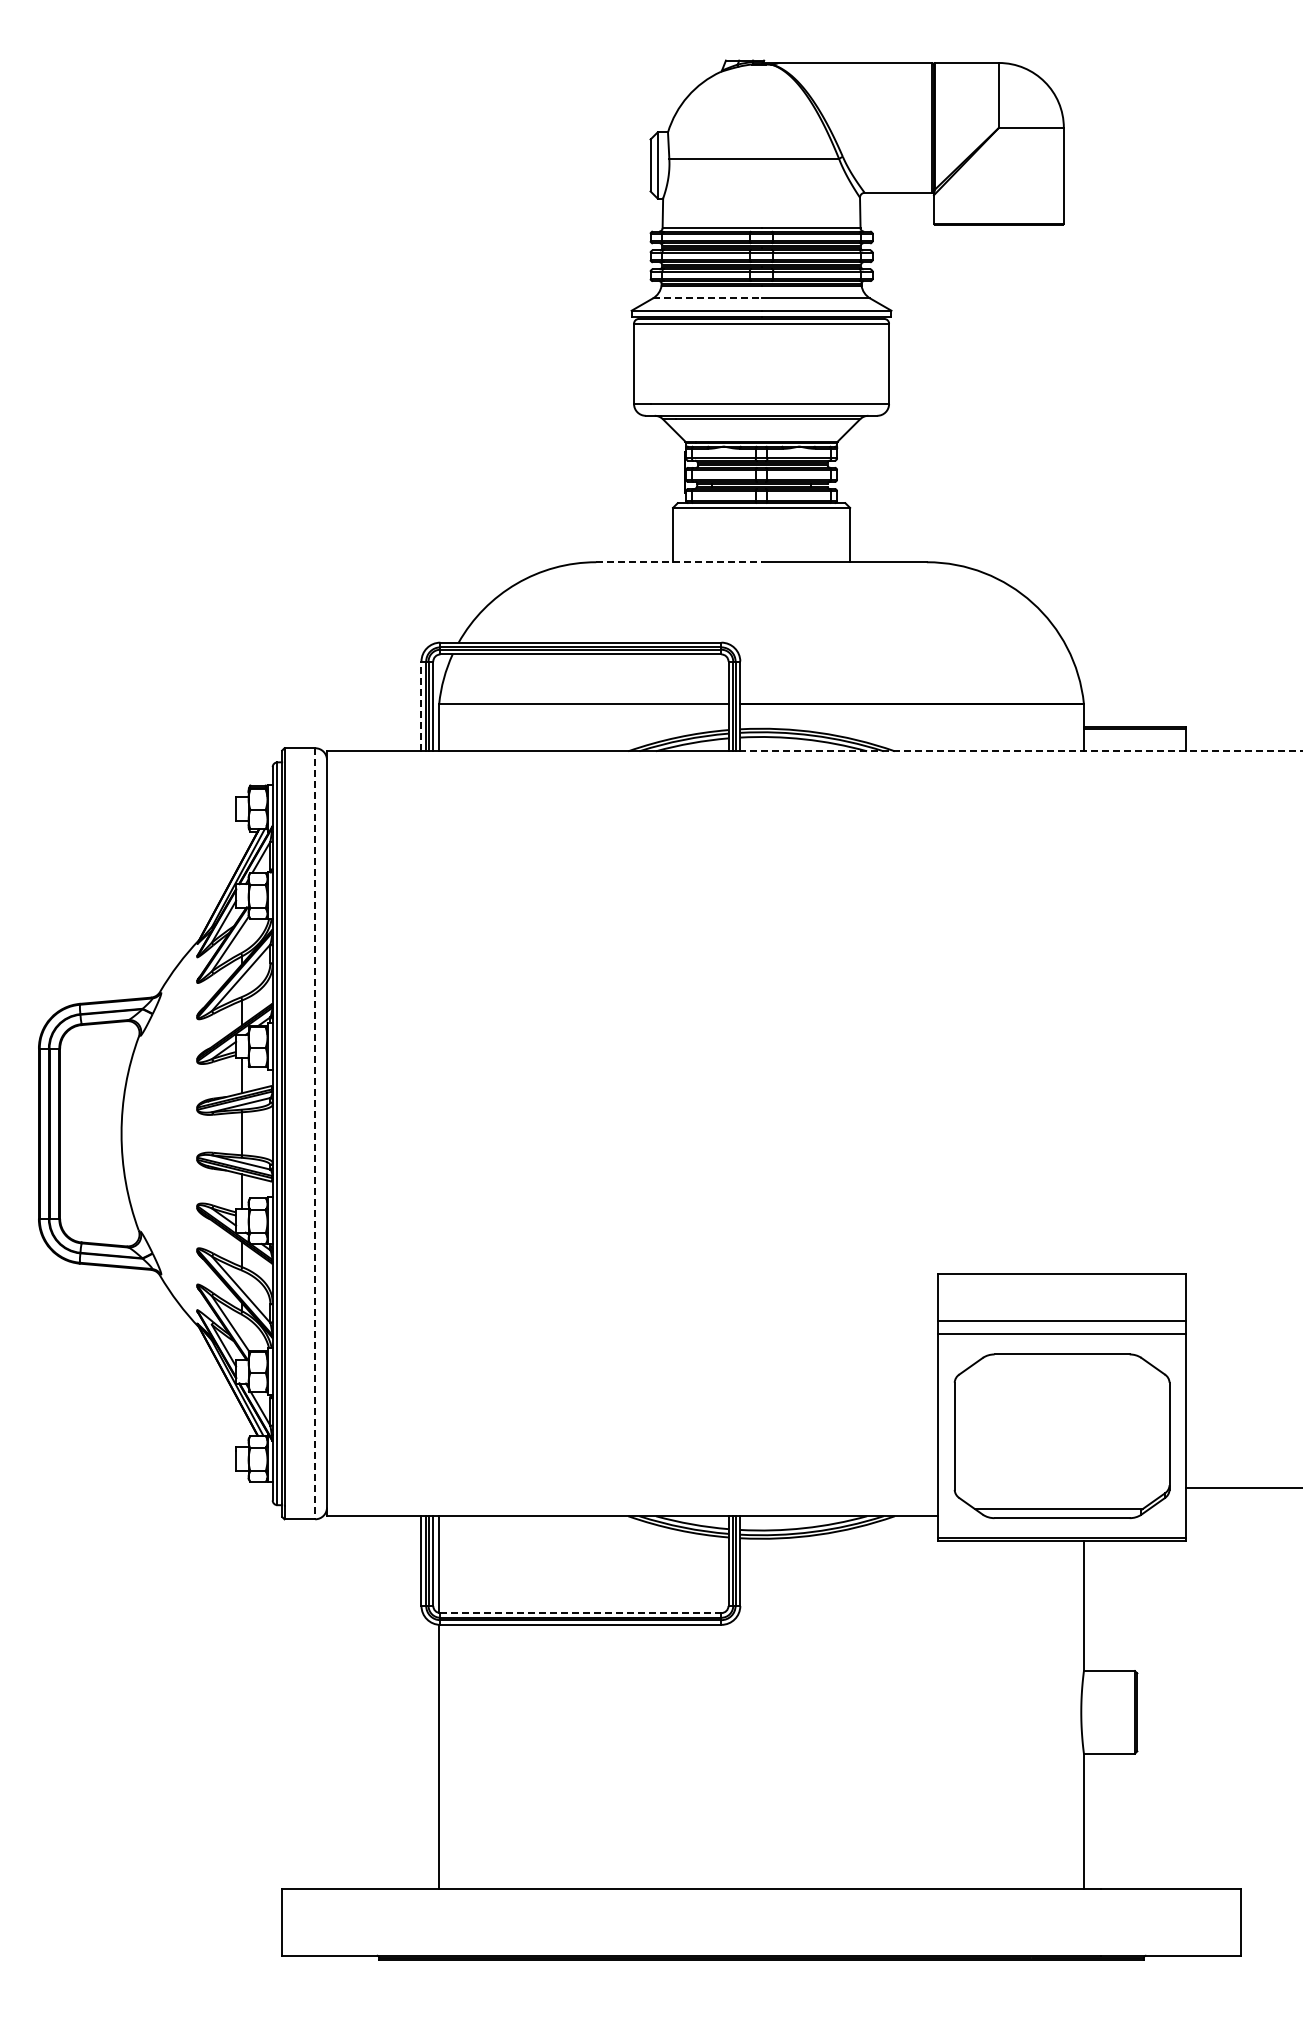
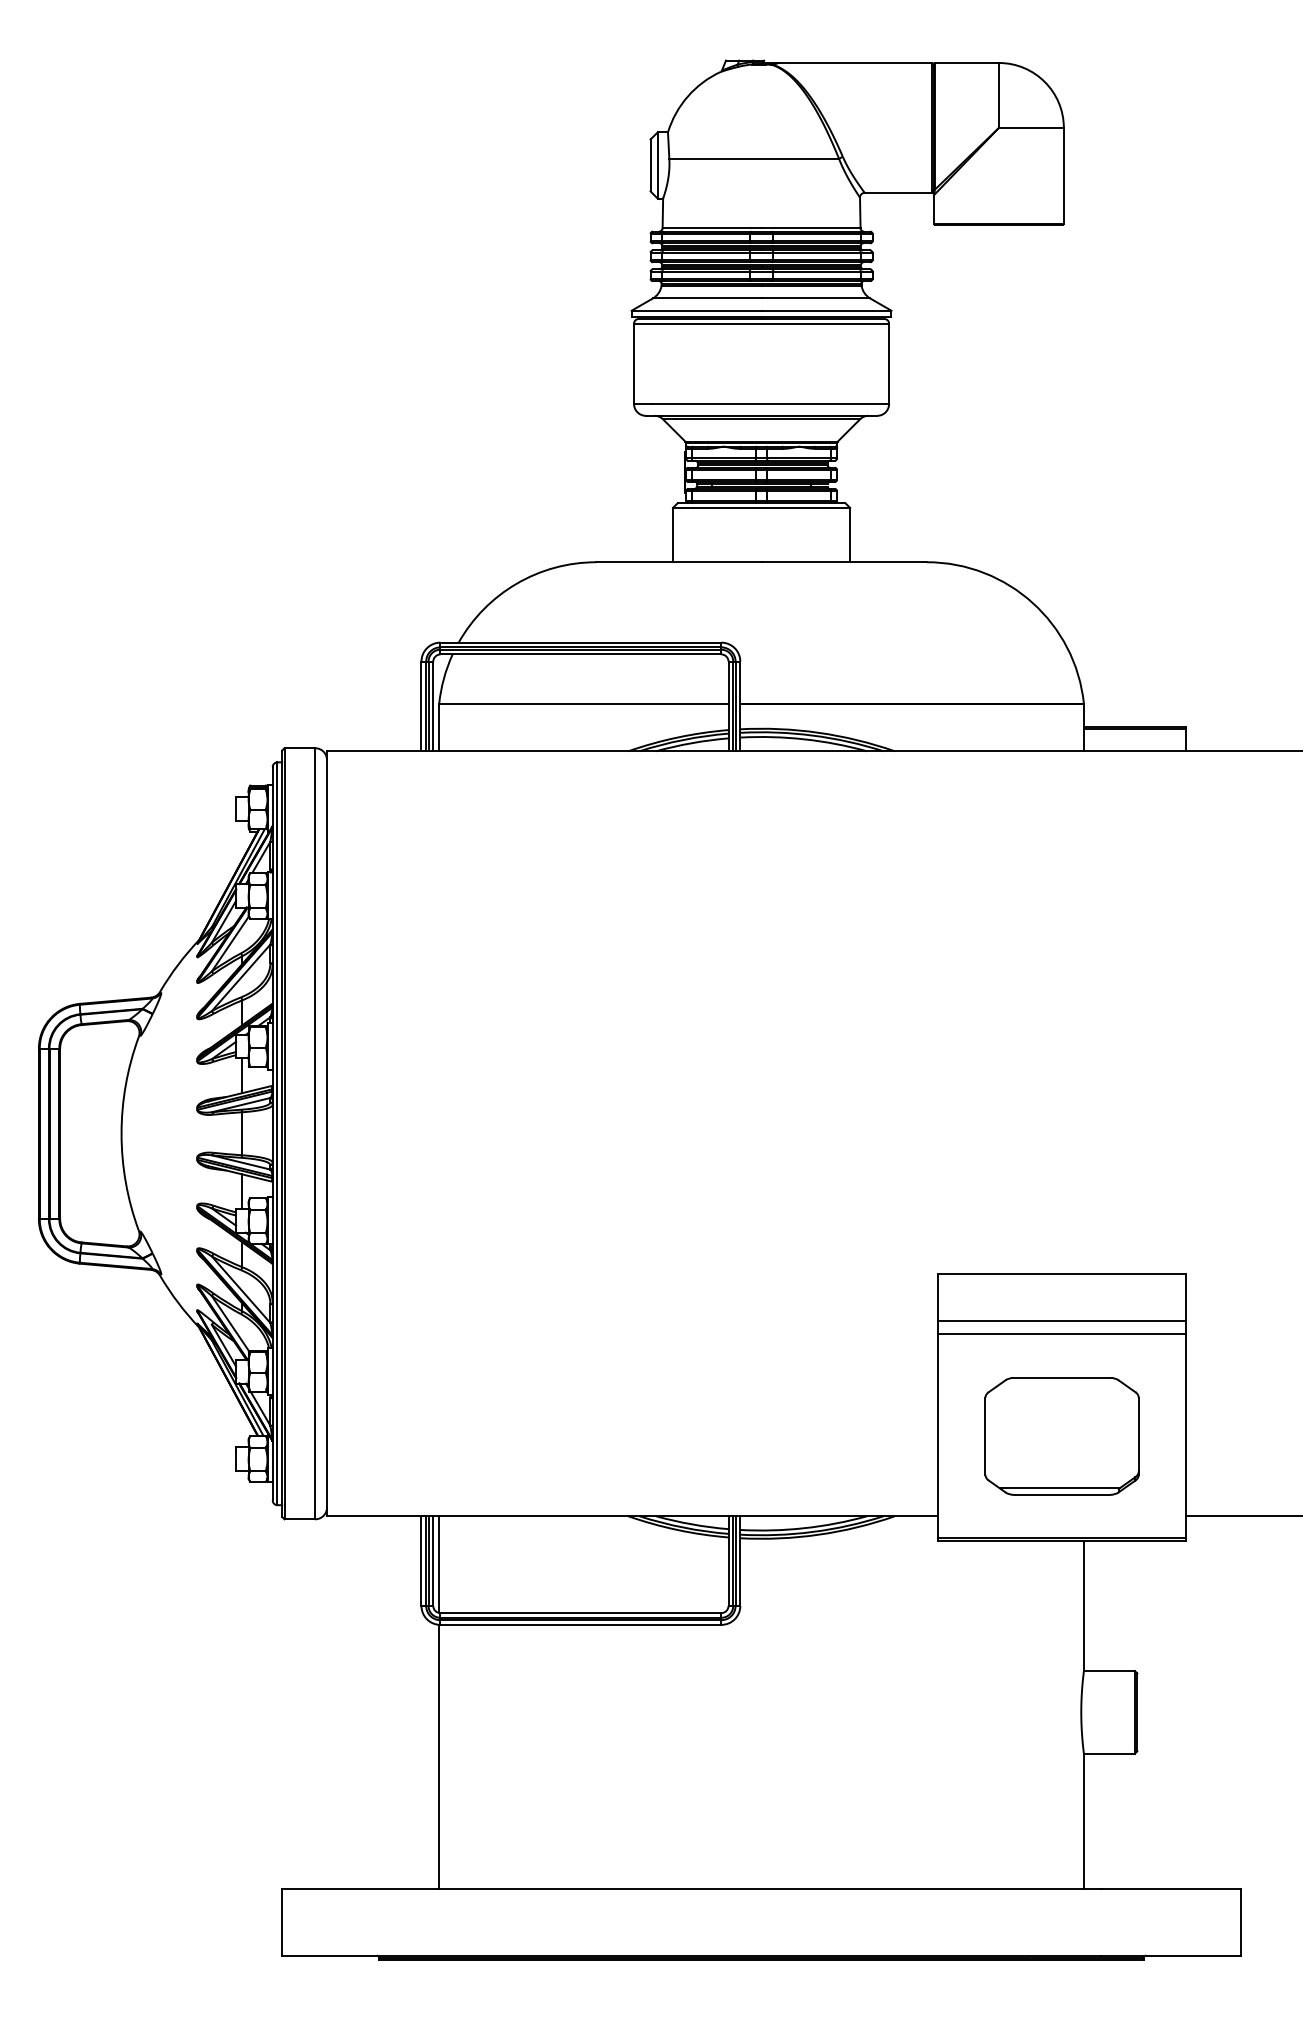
line at (707, 298): dashed -> solid
line at (678, 562): dashed -> solid
line at (421, 706): dashed -> solid
line at (1021, 751): dashed -> solid
line at (315, 1133): dashed -> solid
part at (1061, 1435) size: 218x166 px -> 156x119 px
line at (1242, 1488) position: (1242, 1488) -> (1242, 1516)
line at (580, 1613): dashed -> solid
